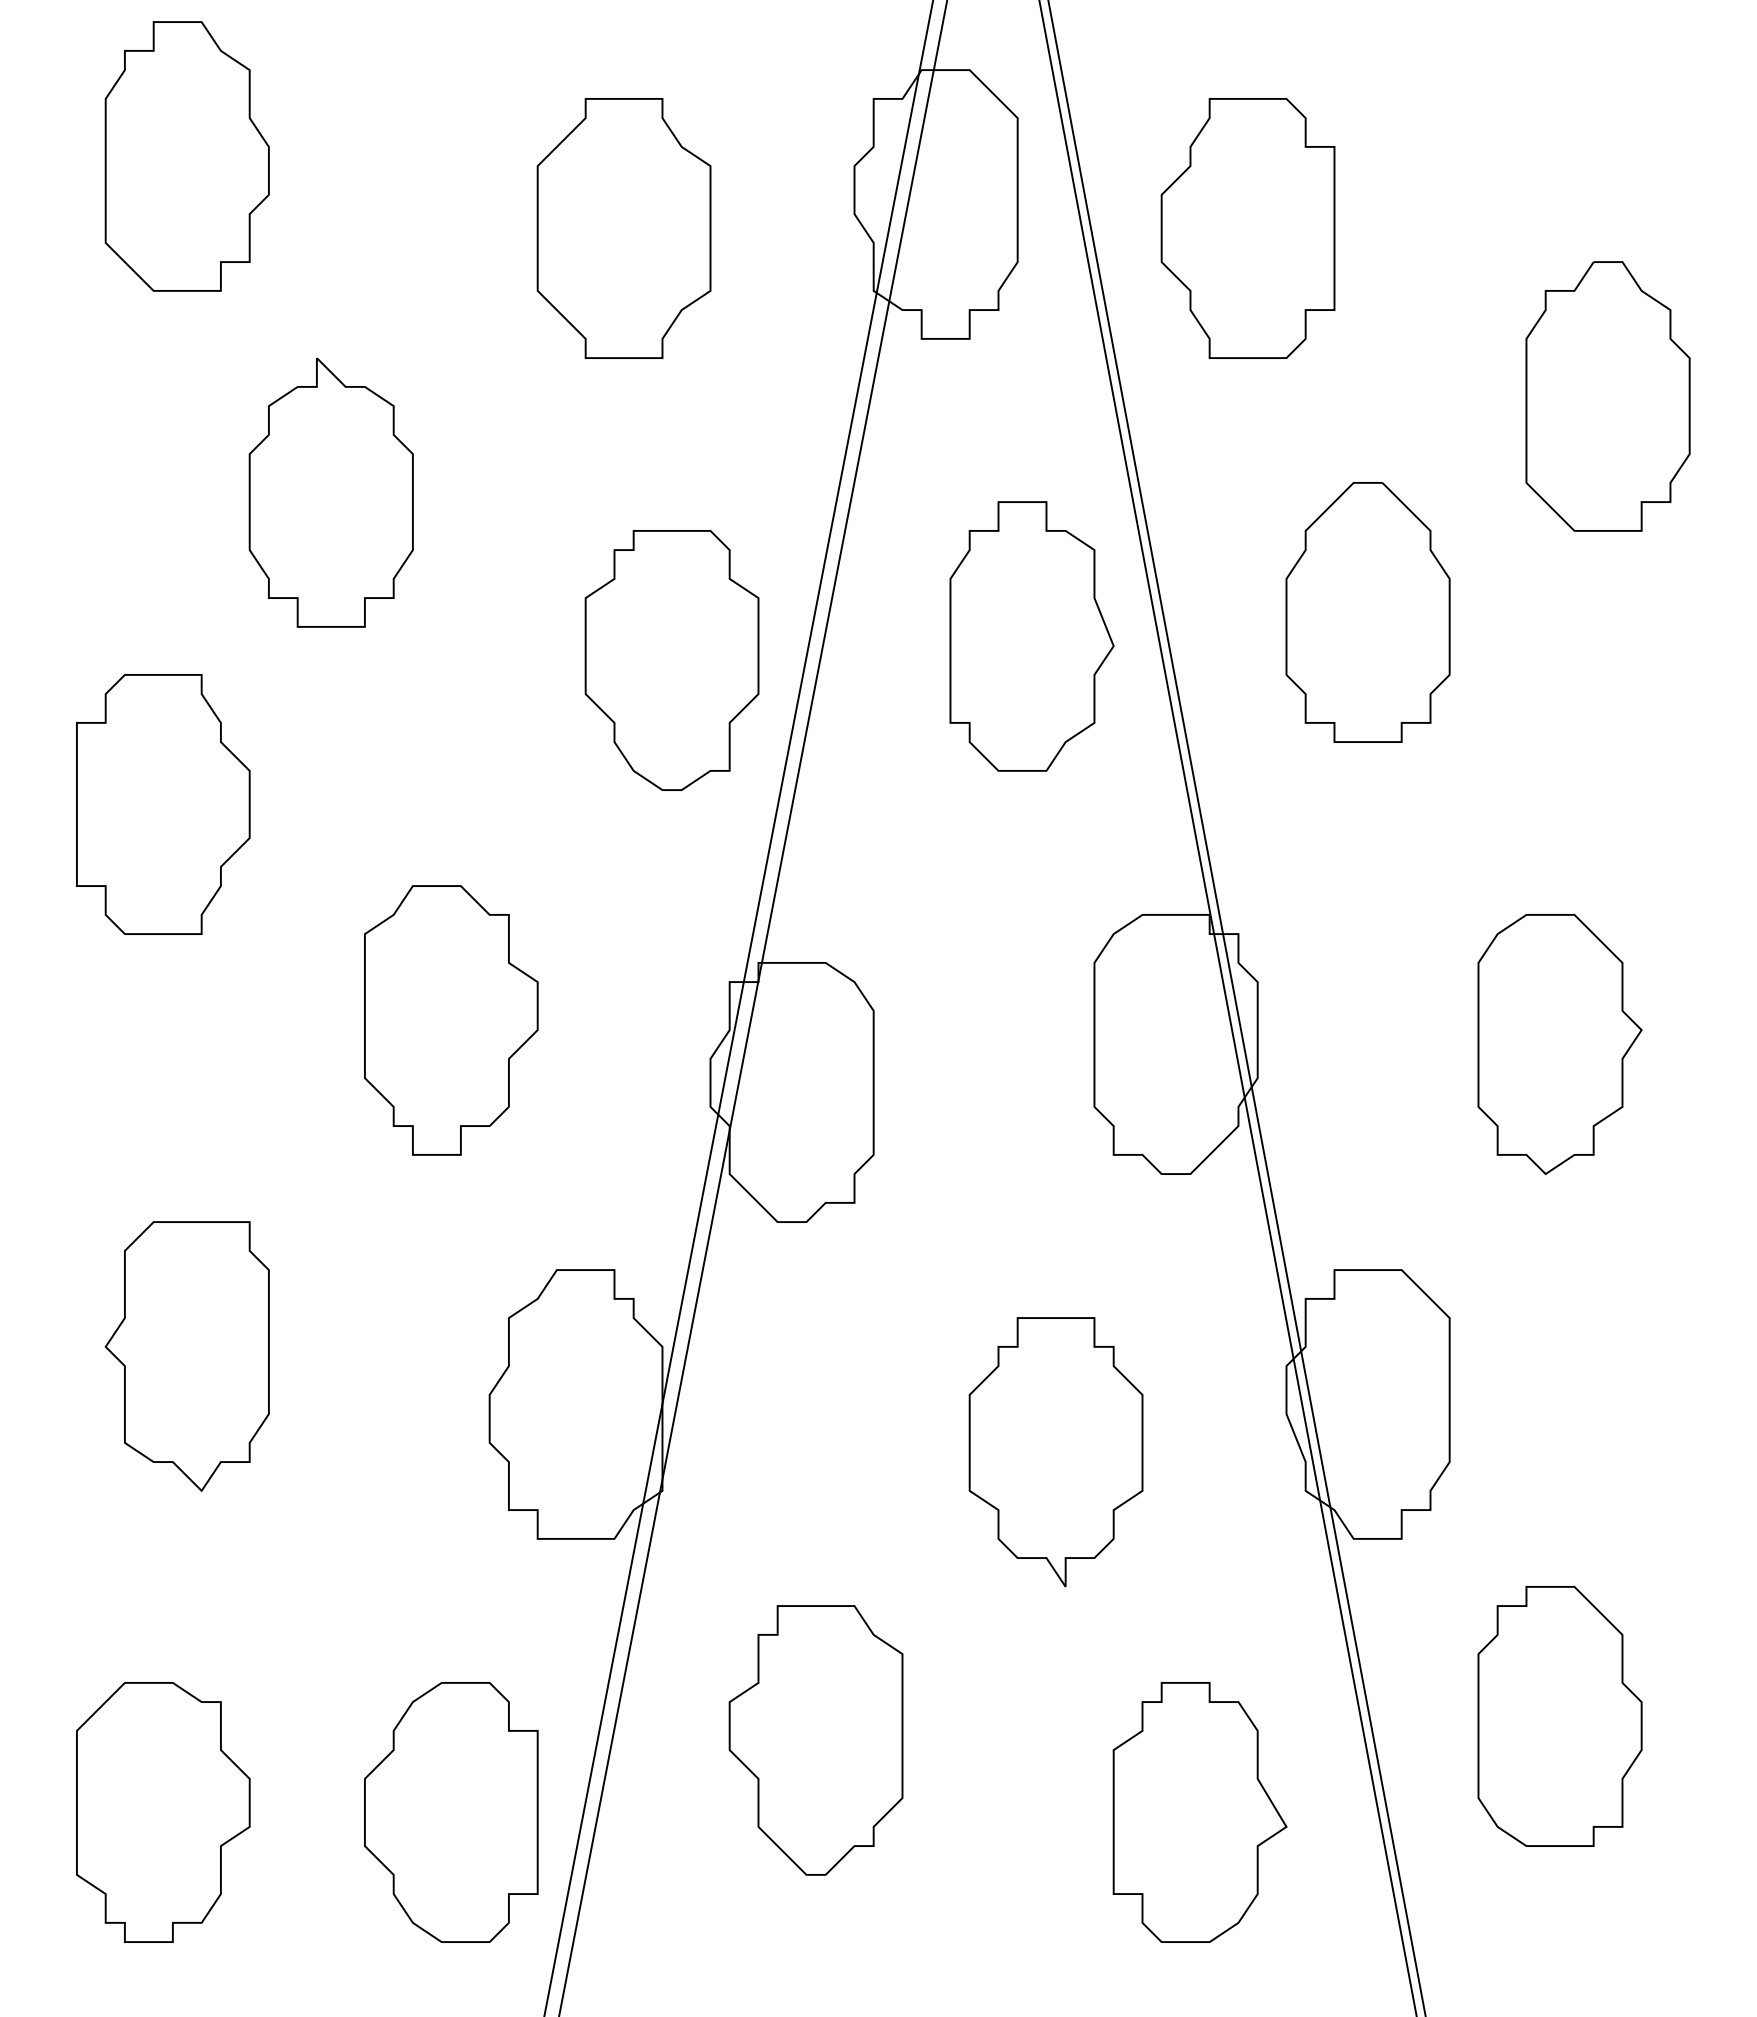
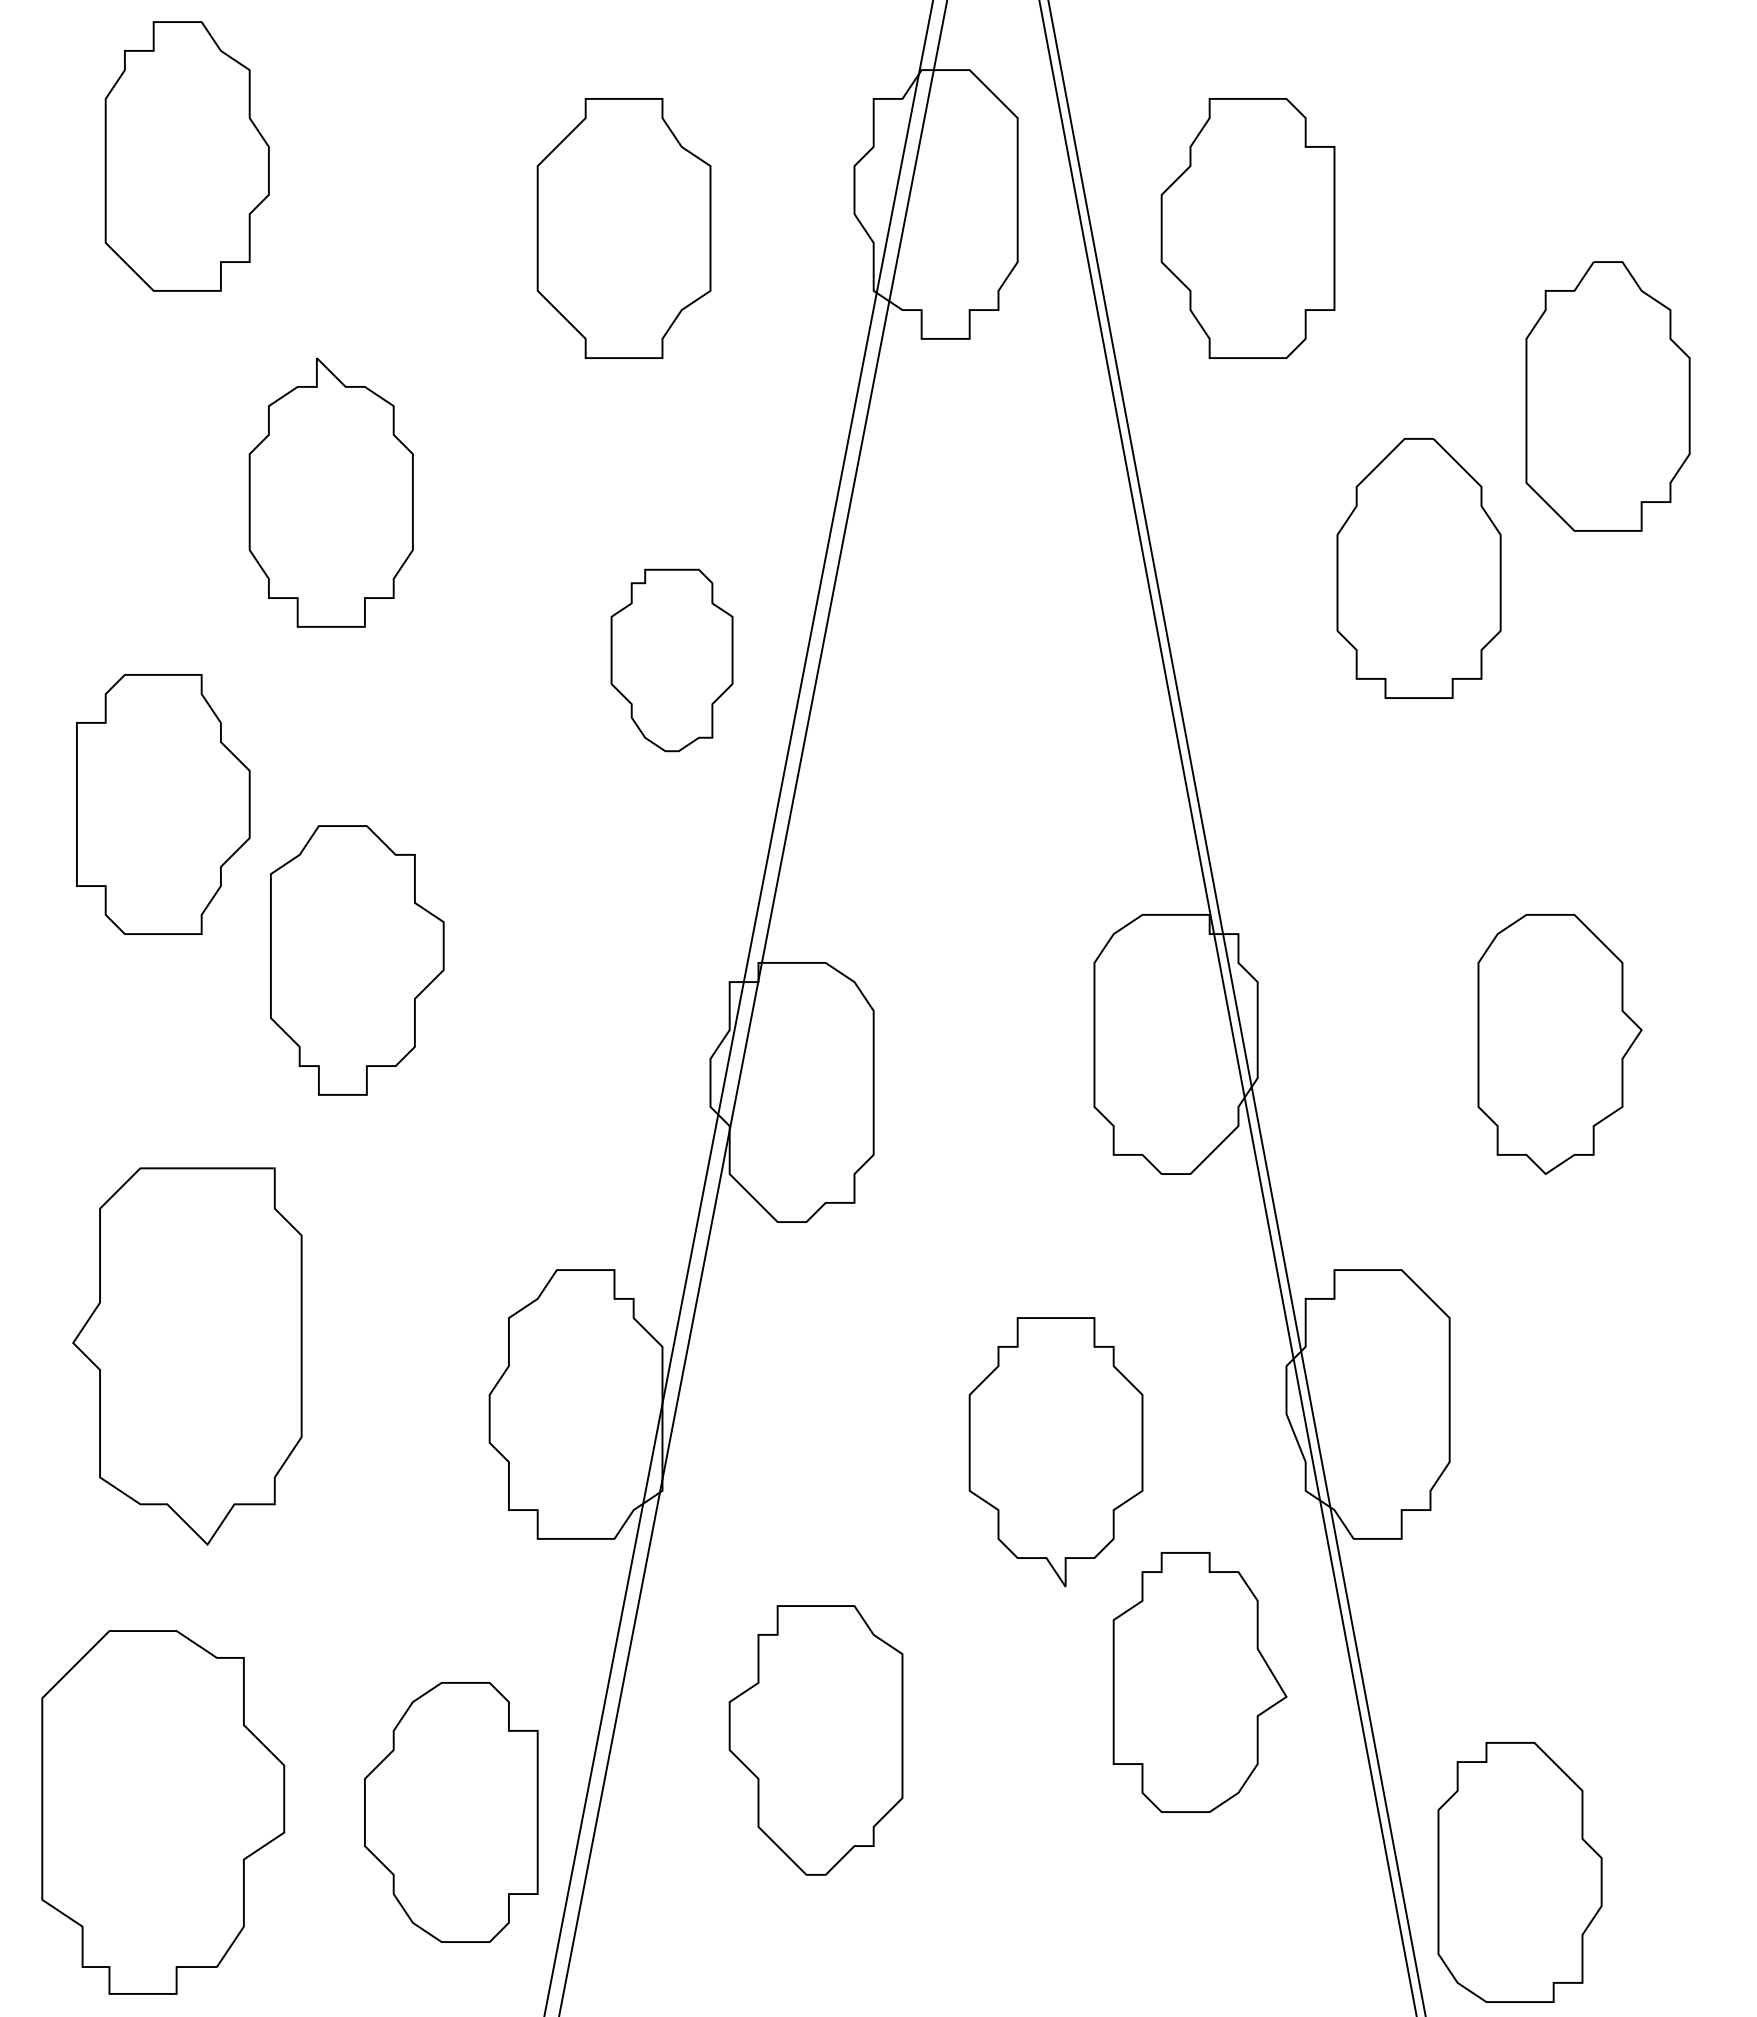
part at (1367, 612) position: (1367, 612) -> (1418, 568)
part at (1031, 636): present -> none
part at (671, 660) size: 176x261 px -> 124x185 px
part at (451, 1020) position: (451, 1020) -> (357, 960)
part at (186, 1356) size: 166x271 px -> 231x379 px
part at (1559, 1716) position: (1559, 1716) -> (1519, 1872)
part at (163, 1812) size: 175x261 px -> 245x365 px
part at (1199, 1812) position: (1199, 1812) -> (1199, 1682)
